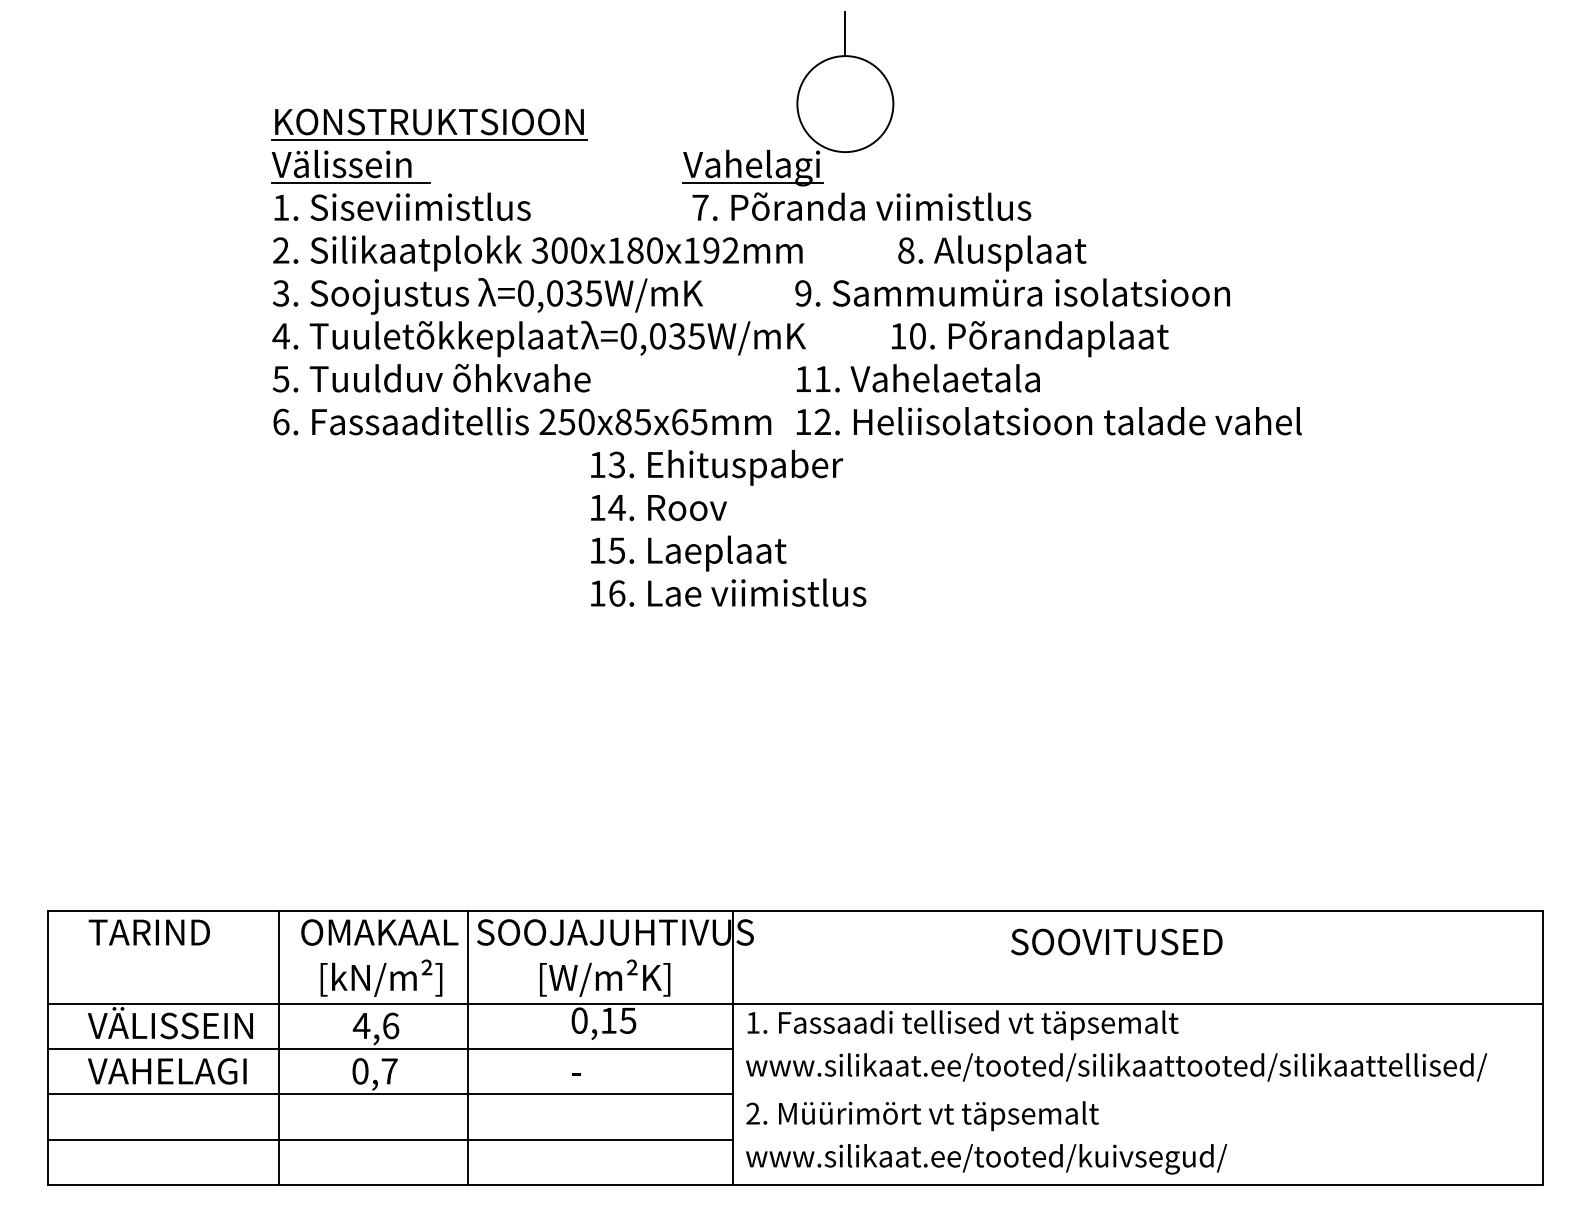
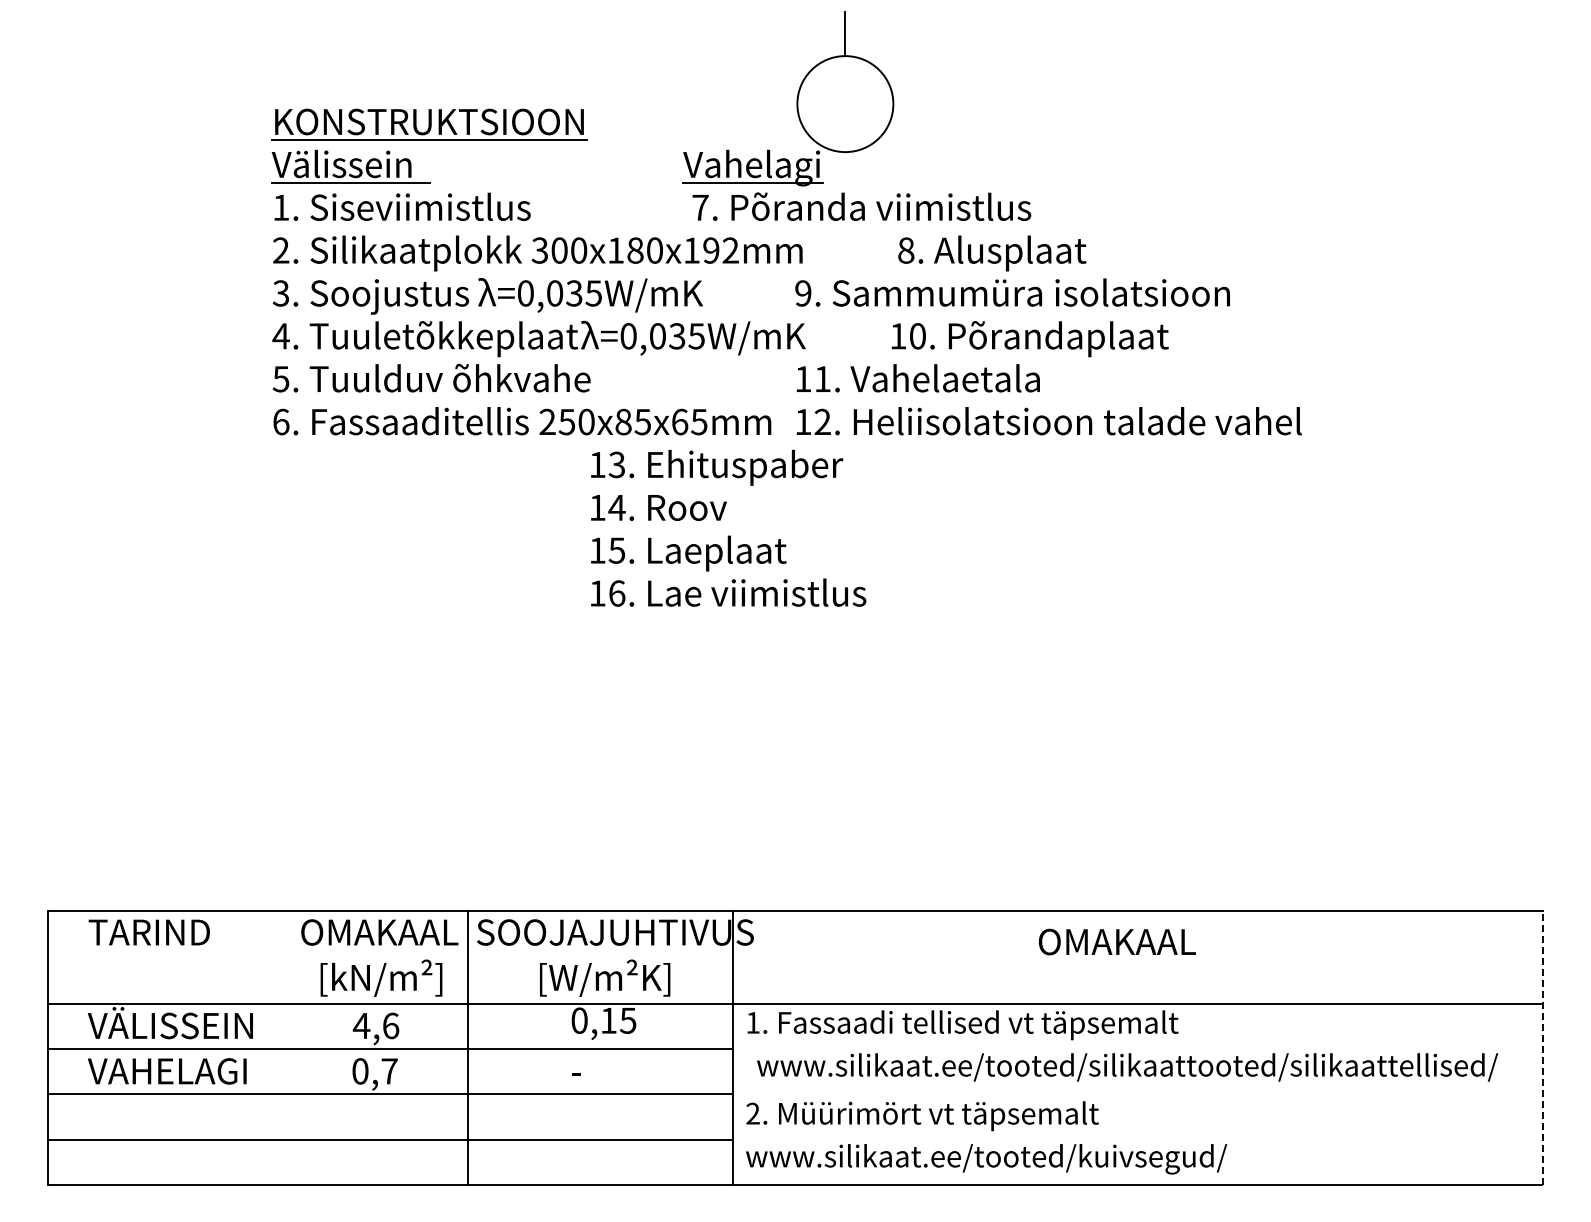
text at (1116, 941): SOOVITUSED -> OMAKAAL
line at (279, 1047): present -> none
line at (1543, 1047): solid -> dashed
text at (1116, 1067) position: (1116, 1067) -> (1127, 1067)
